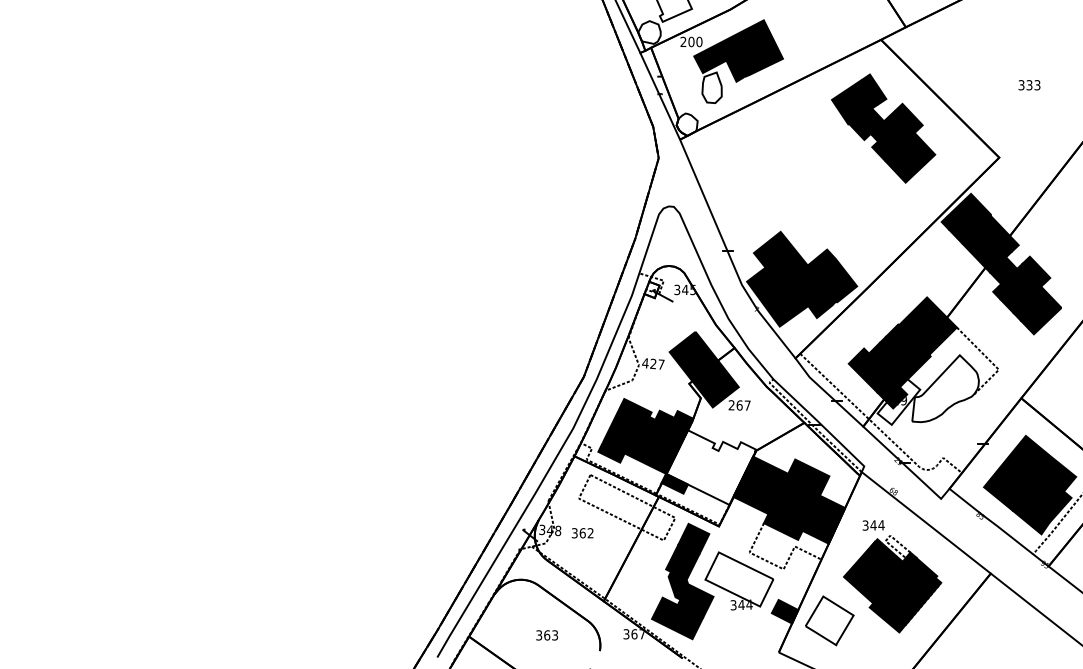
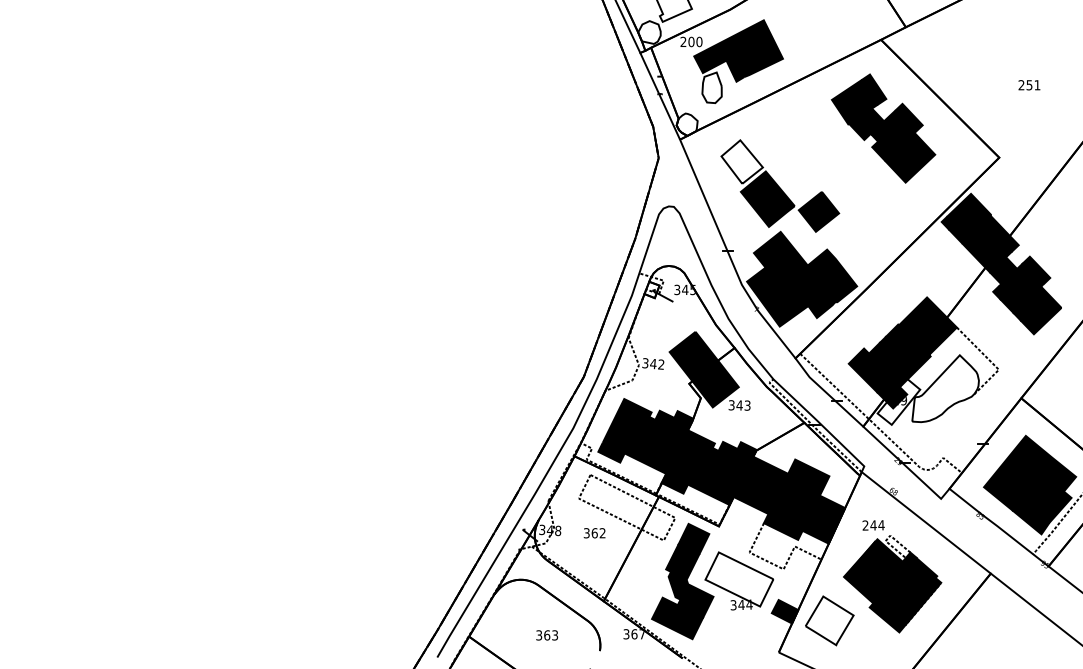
text at (1029, 85): 333 -> 251
part at (780, 185): none -> present
text at (653, 363): 427 -> 342
text at (739, 405): 267 -> 343
fill at (711, 467): none -> present
text at (865, 525): 344 -> 244
text at (582, 533) position: (582, 533) -> (594, 533)
